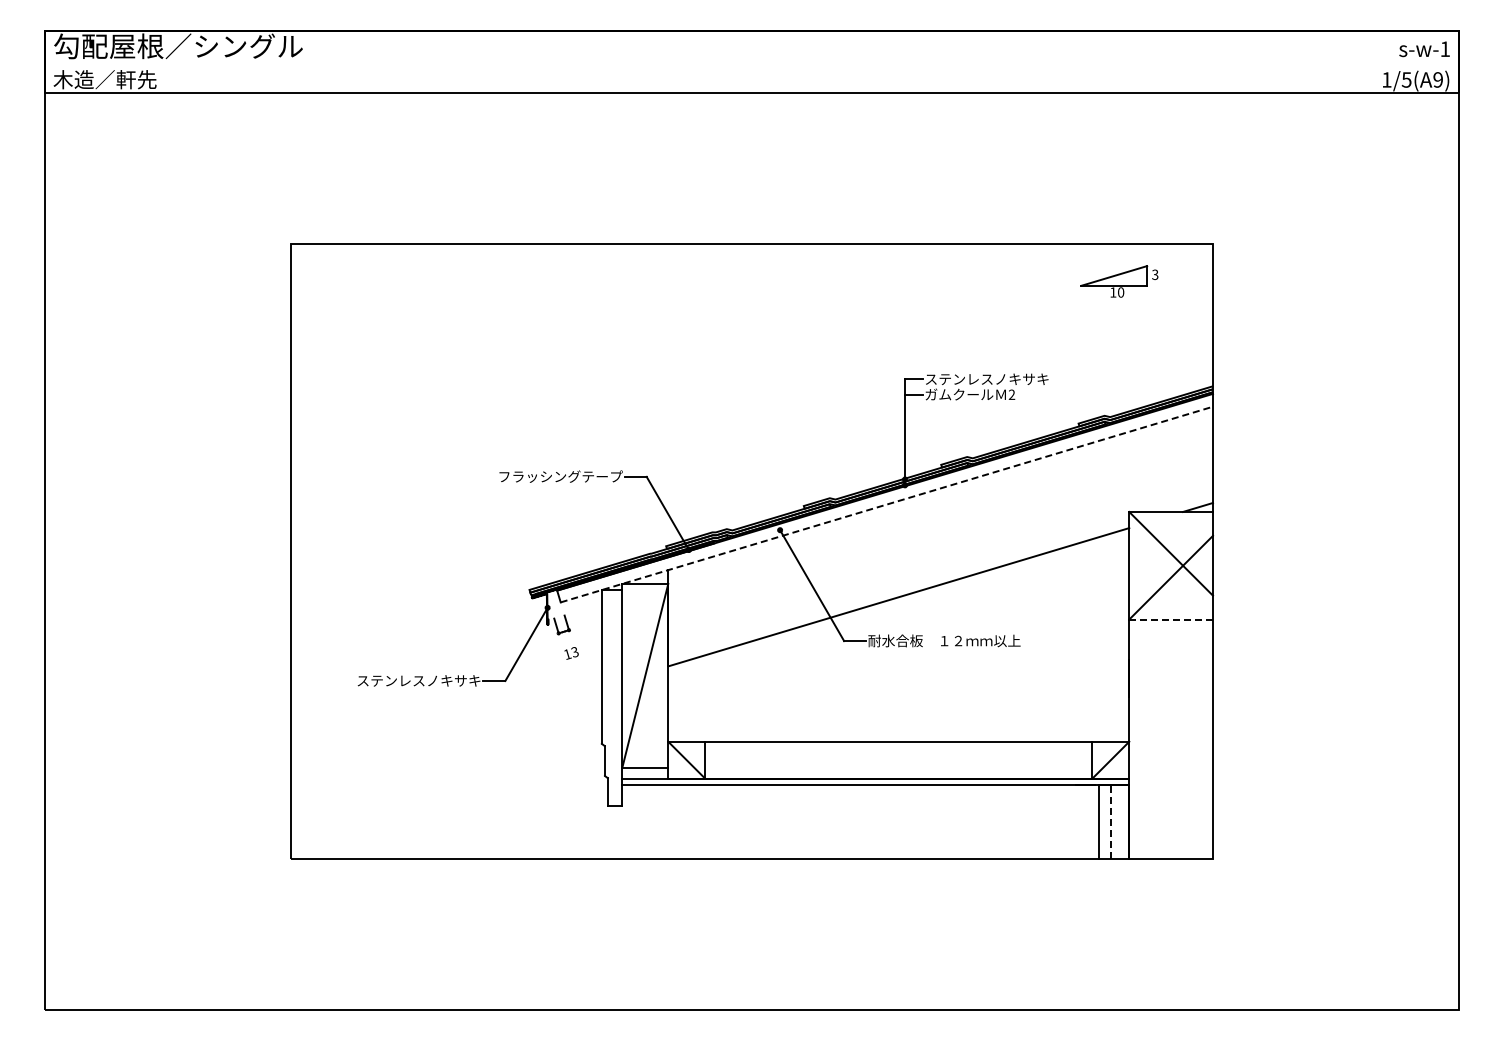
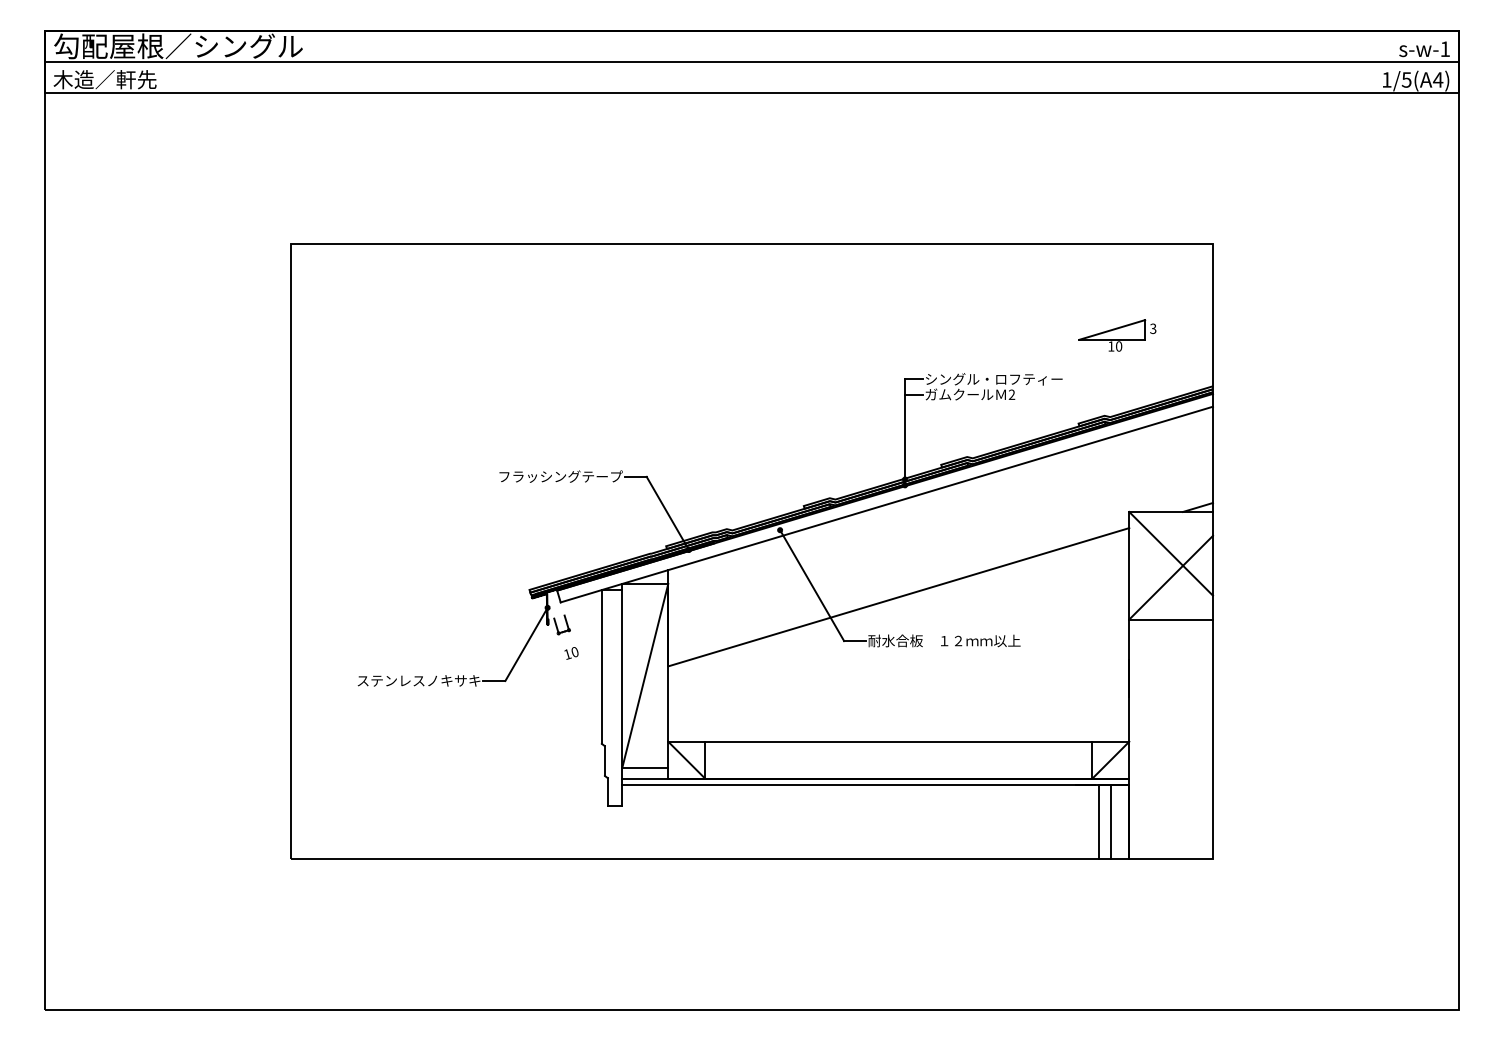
line at (751, 62): none -> present
text at (1438, 79): 1/5(A9) -> 1/5(A4)
part at (1119, 281) position: (1119, 281) -> (1117, 335)
text at (994, 379): ステンレスノキサキ -> シングル・ロフティー
line at (886, 504): dashed -> solid
line at (1171, 619): dashed -> solid
text at (574, 652): 13 -> 10
line at (1110, 821): dashed -> solid
